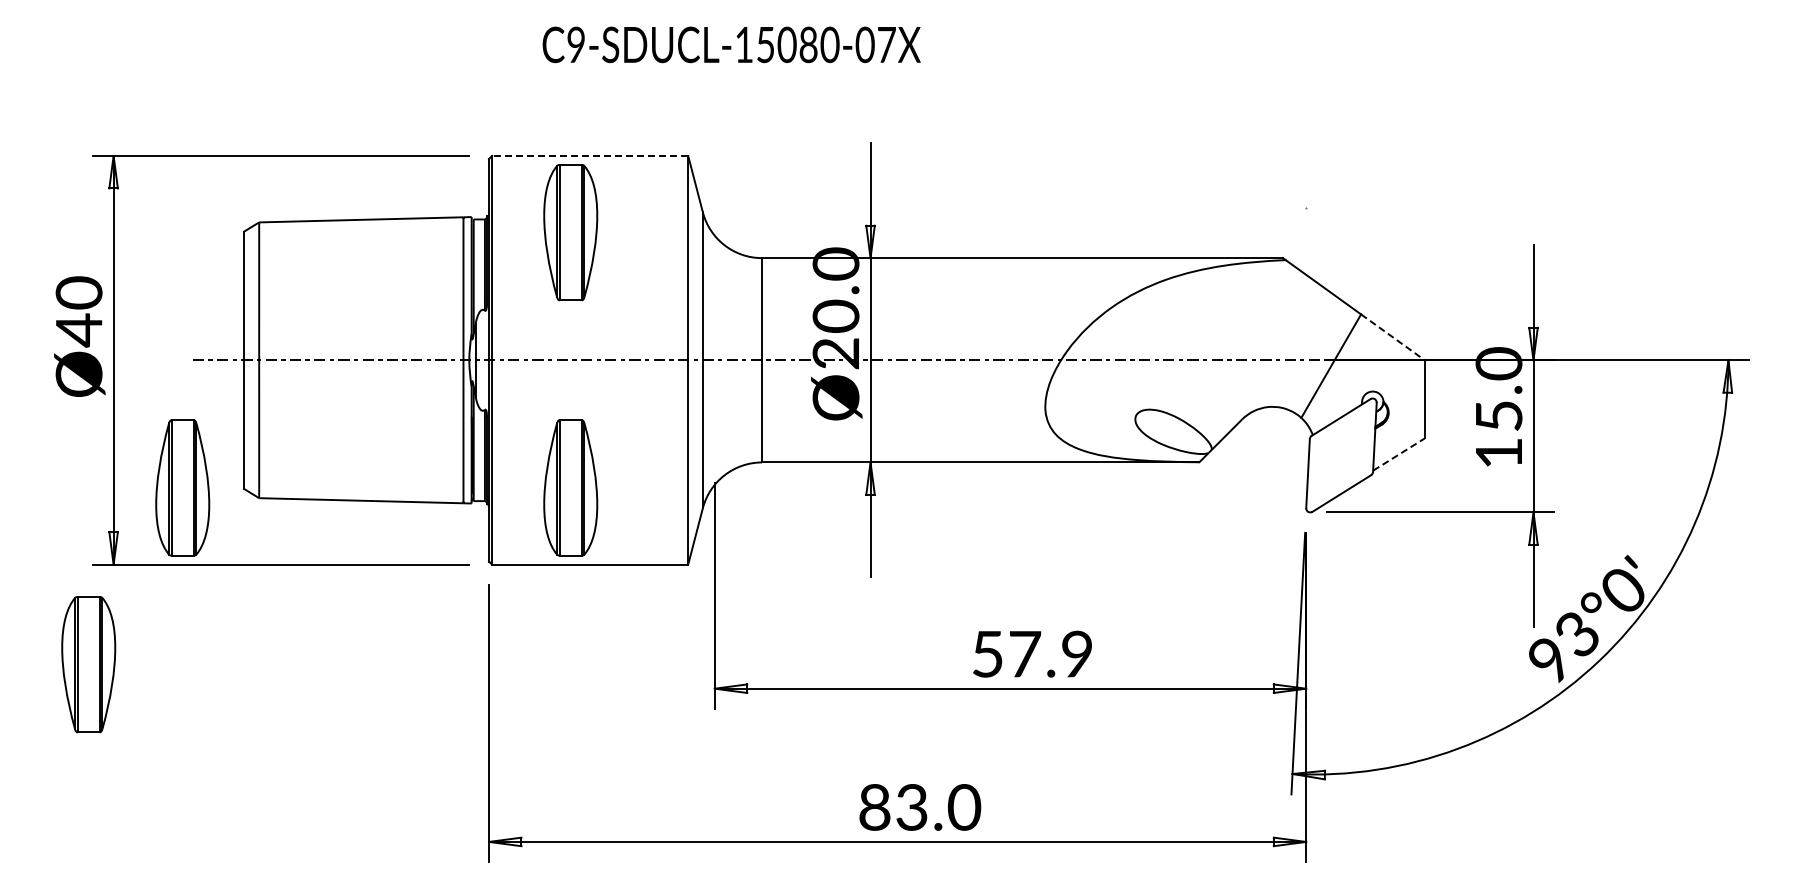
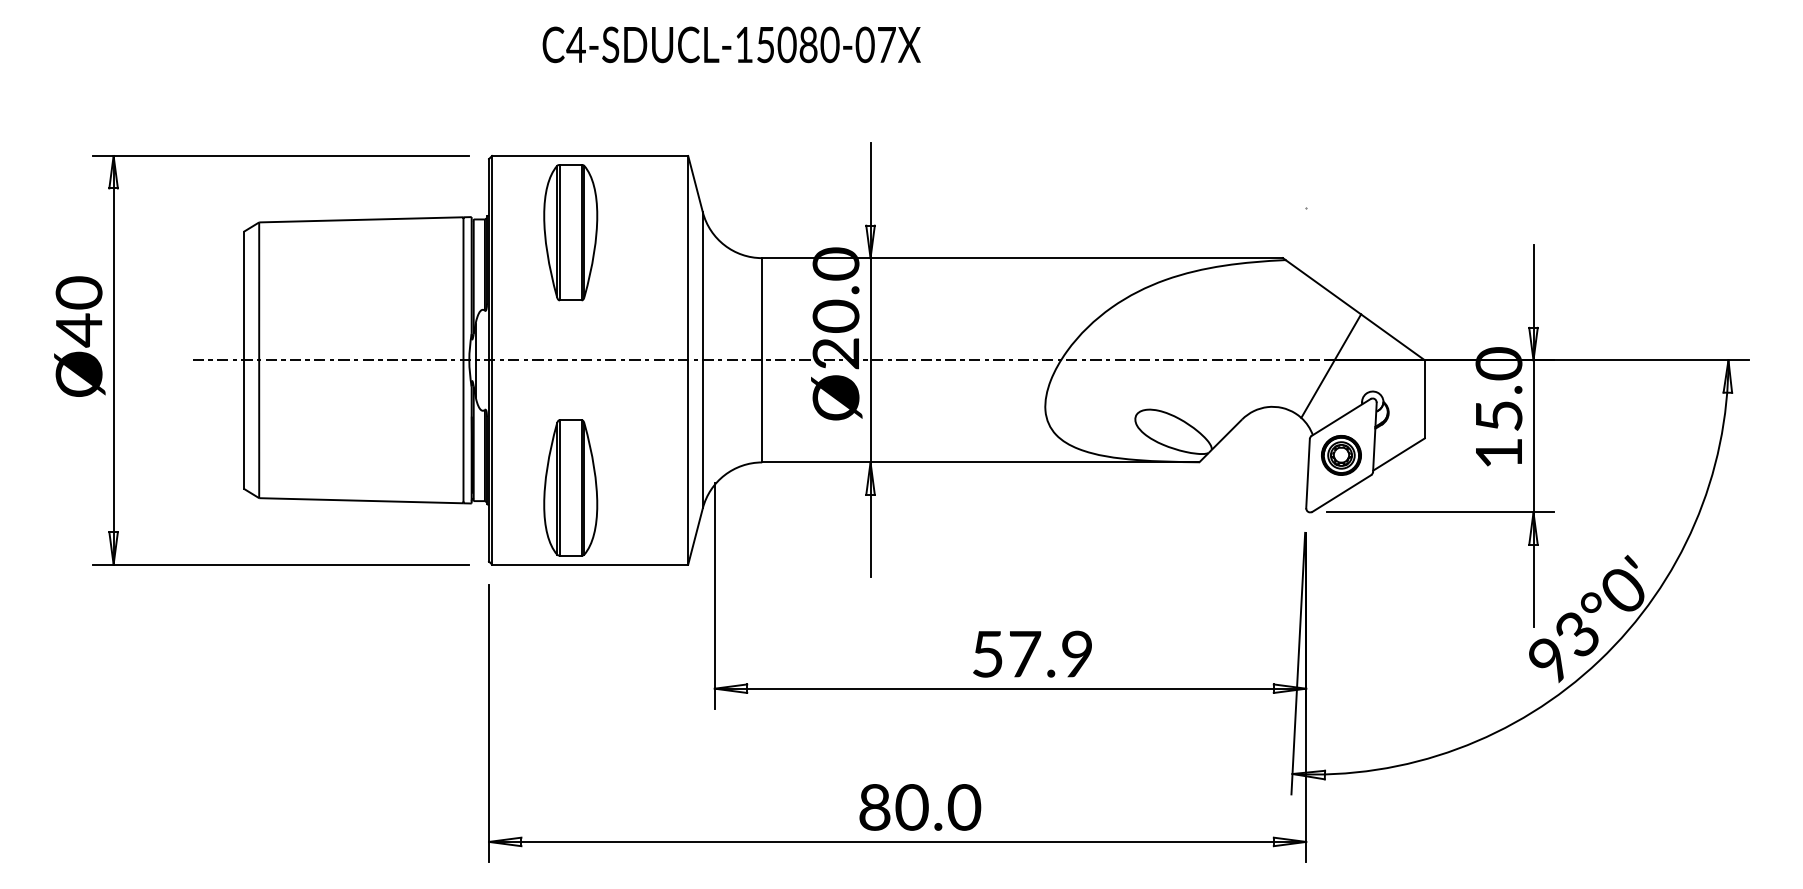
text at (575, 44): C9-SDUCL-15080-07X -> C4-SDUCL-15080-07X
line at (589, 155): dashed -> solid
line at (1393, 337): dashed -> solid
line at (1399, 454): dashed -> solid
part at (1341, 455): none -> present
part at (182, 487): present -> none
part at (88, 664): present -> none
text at (911, 807): 83.0 -> 80.0
